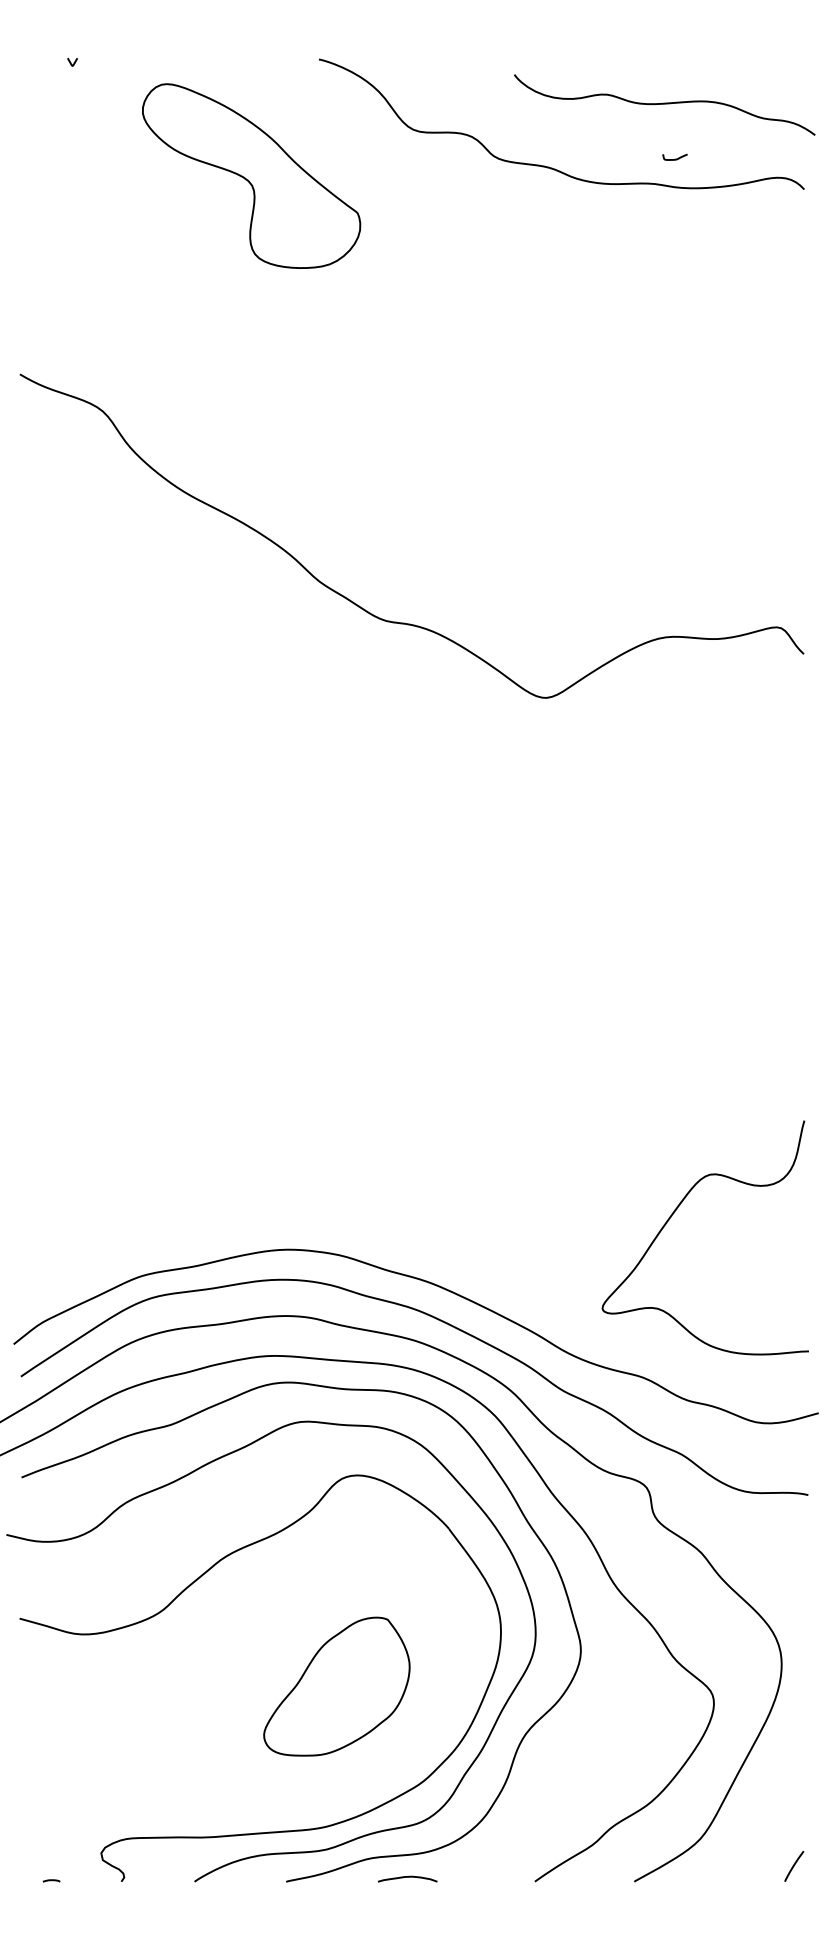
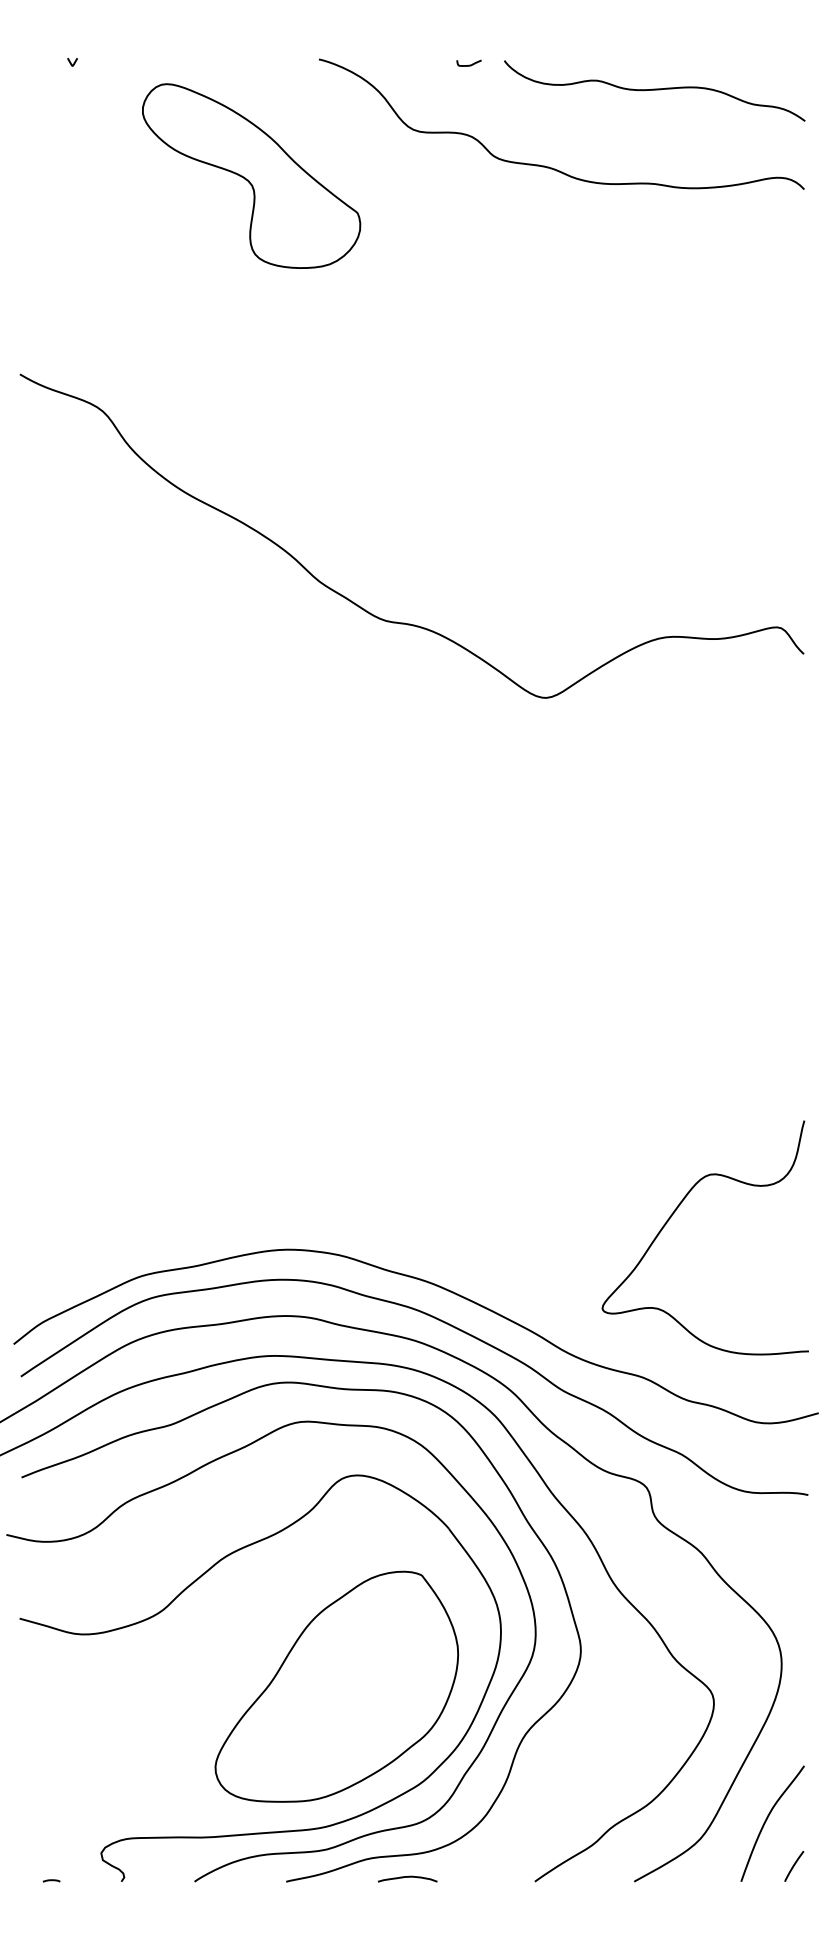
curve at (664, 104) position: (664, 104) -> (654, 90)
curve at (675, 158) position: (675, 158) -> (469, 64)
part at (336, 1686) size: 148x141 px -> 246x233 px
curve at (766, 1821): none -> present
